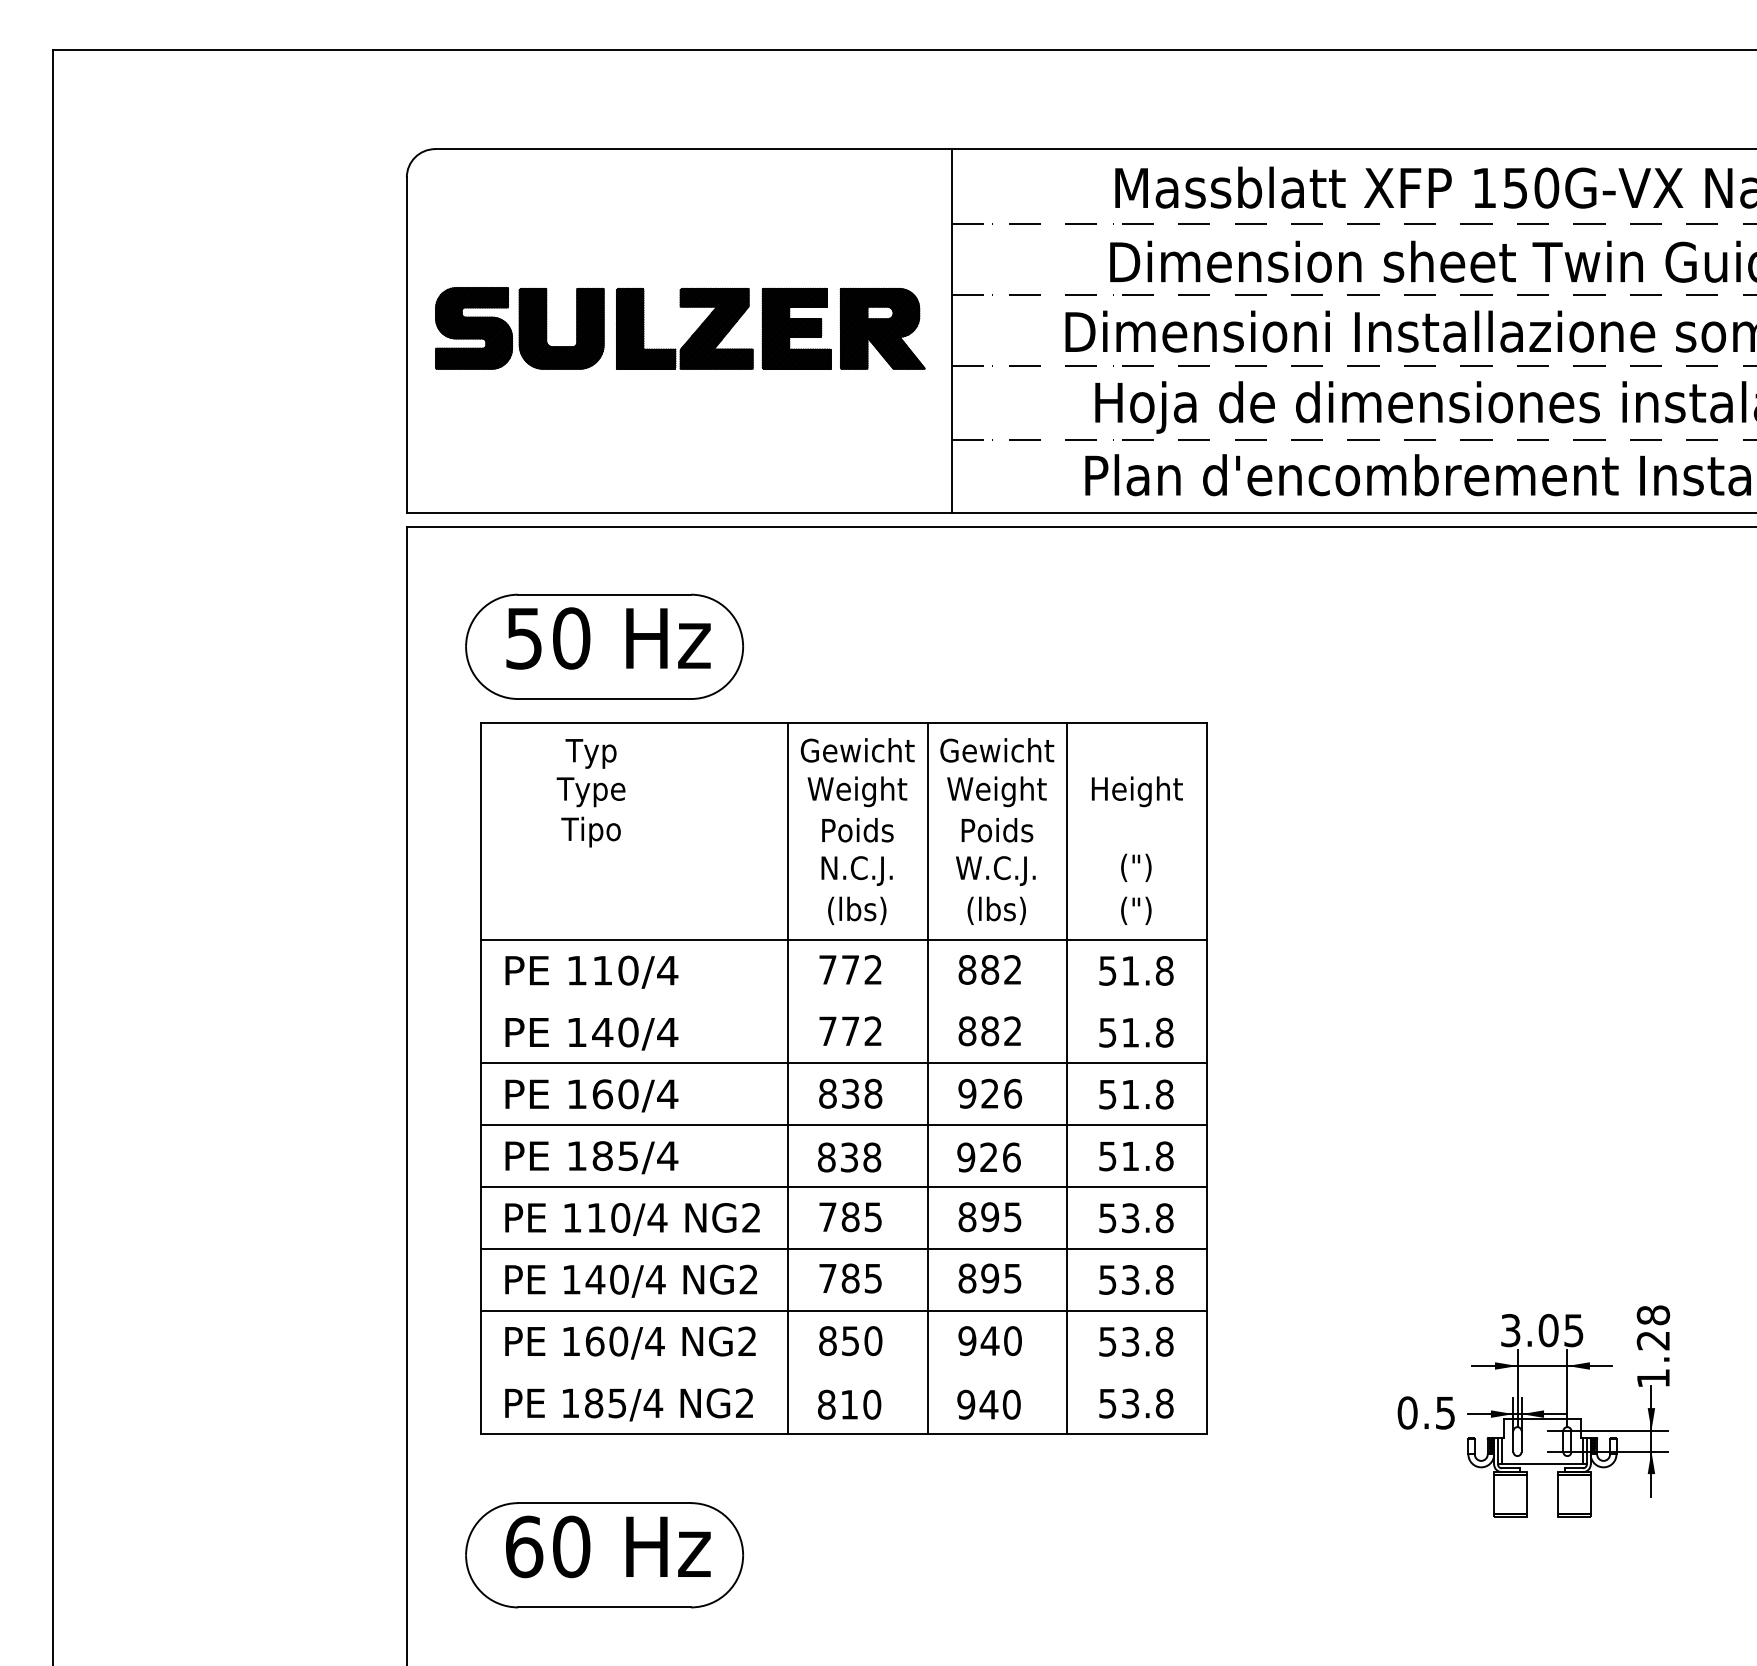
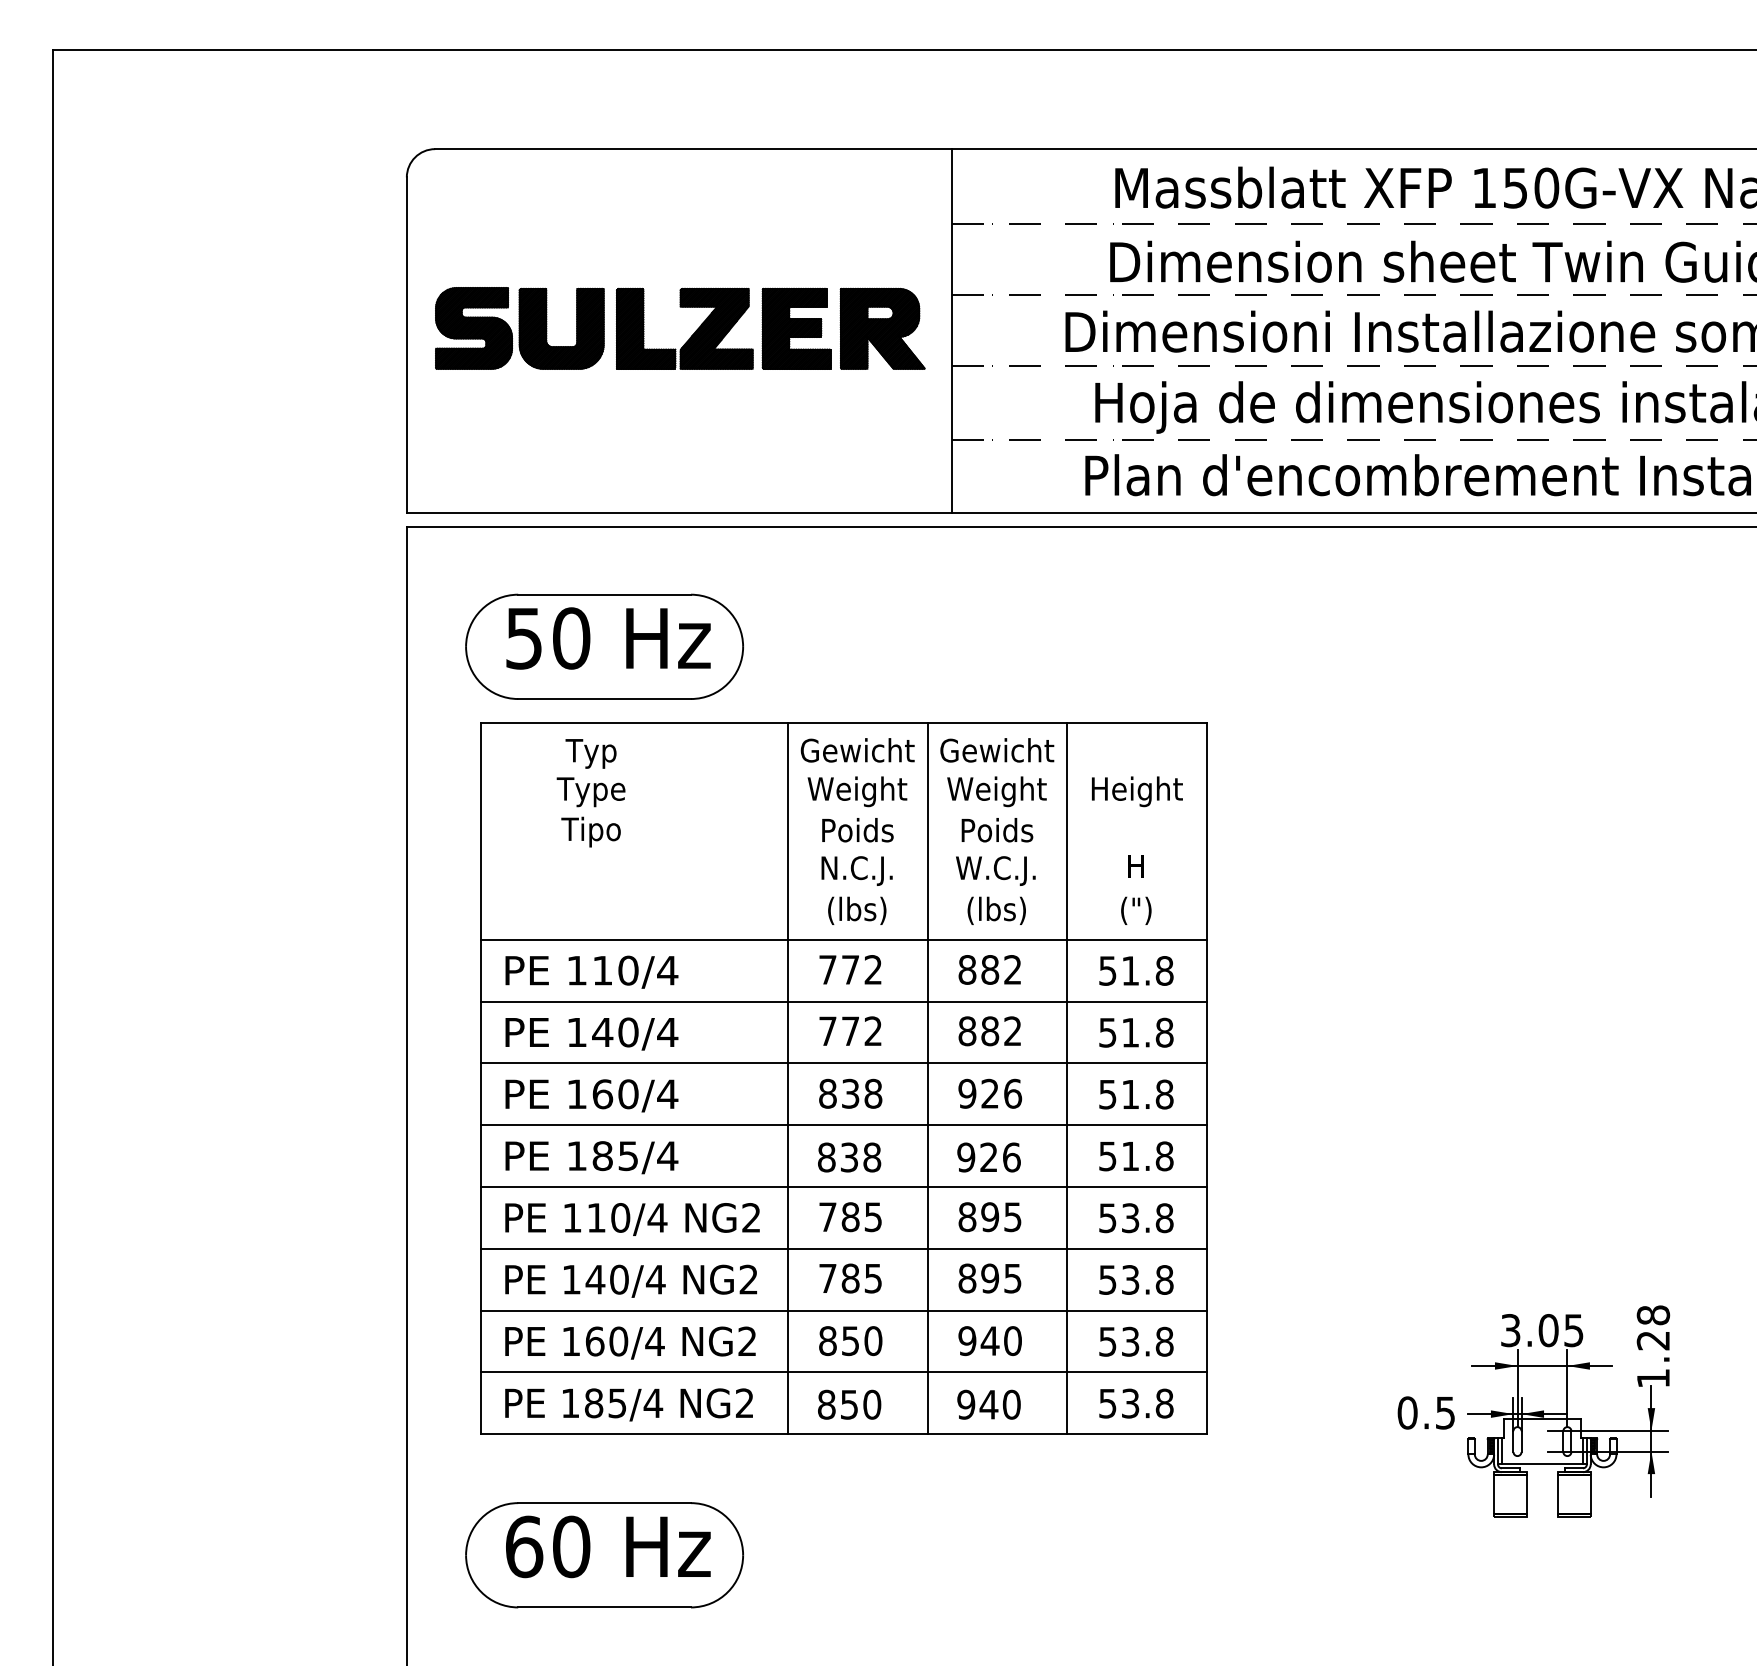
text at (1136, 867): (") -> H
line at (843, 1001): none -> present
line at (843, 1372): none -> present
text at (849, 1404): 810 -> 850
